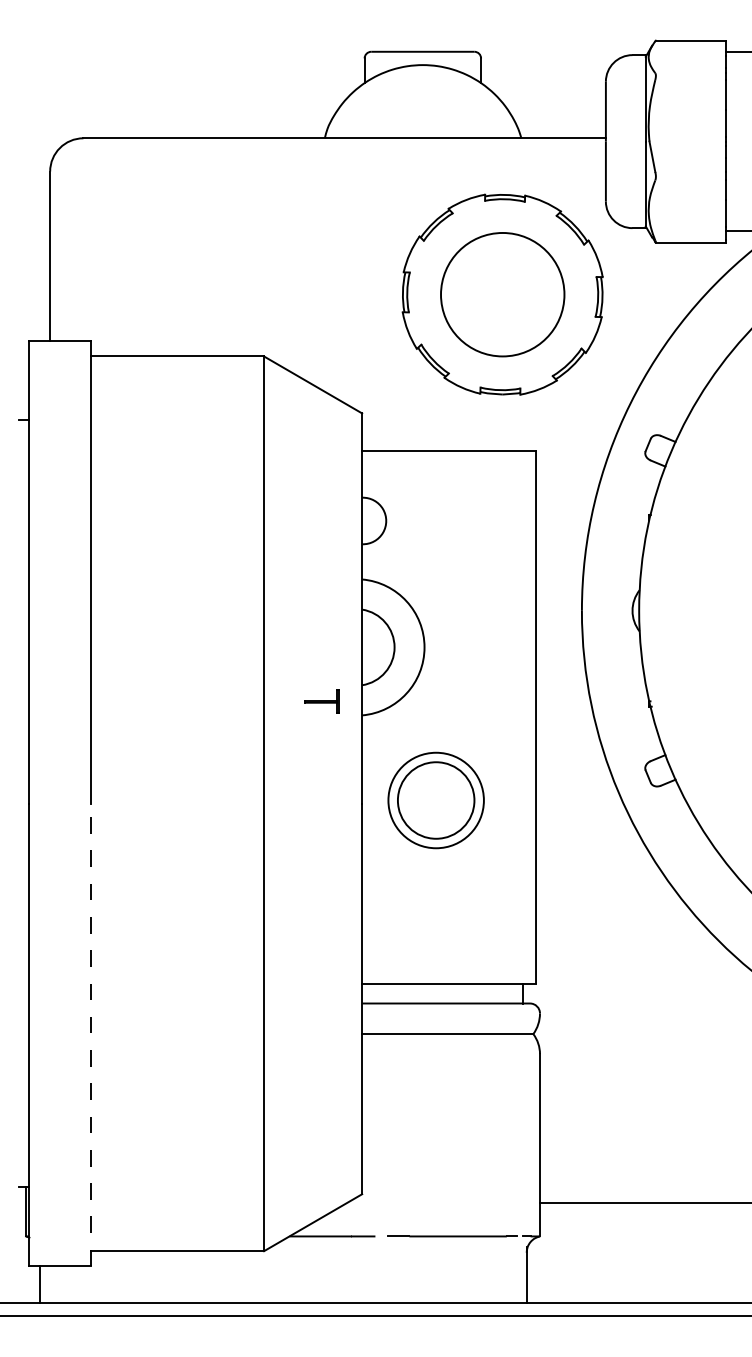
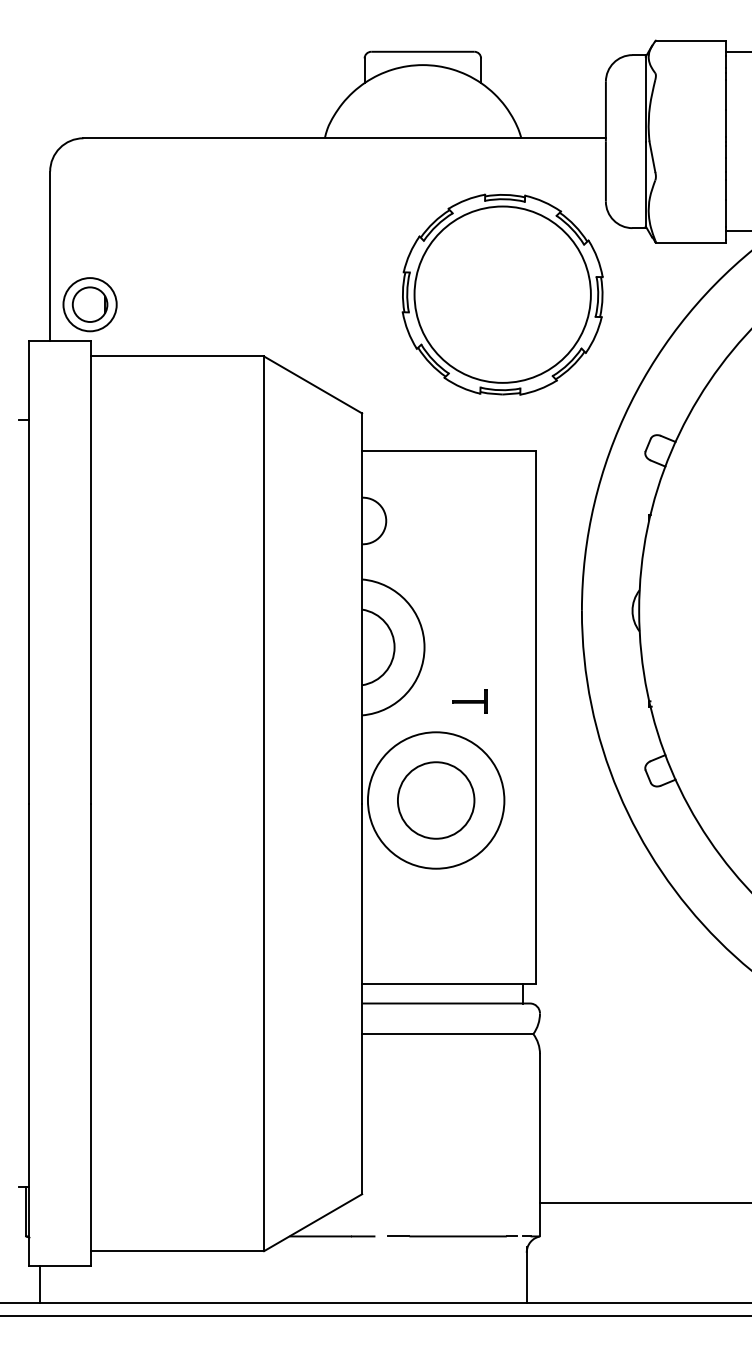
circle at (502, 294) diameter: 123 px -> 176 px
part at (89, 304): none -> present
part at (321, 701) position: (321, 701) -> (469, 701)
circle at (435, 800) diameter: 96 px -> 136 px
line at (91, 1034): dashed -> solid
